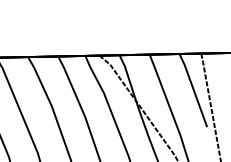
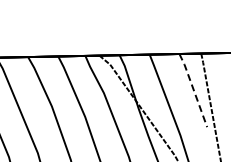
line at (193, 89): solid -> dashed
